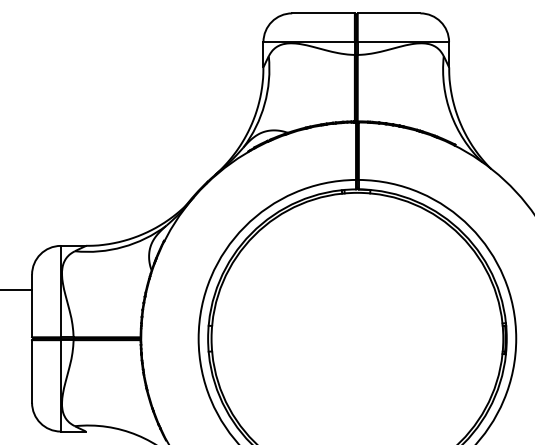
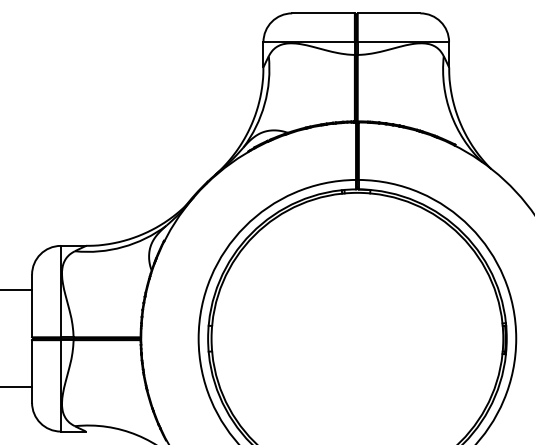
line at (17, 387): none -> present
